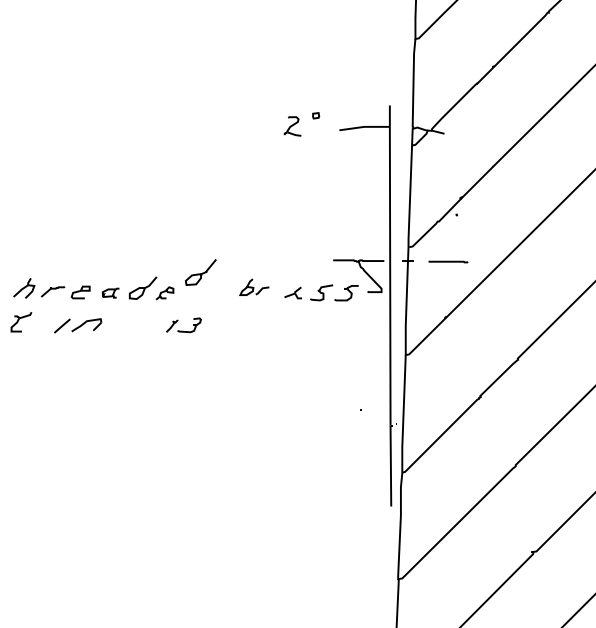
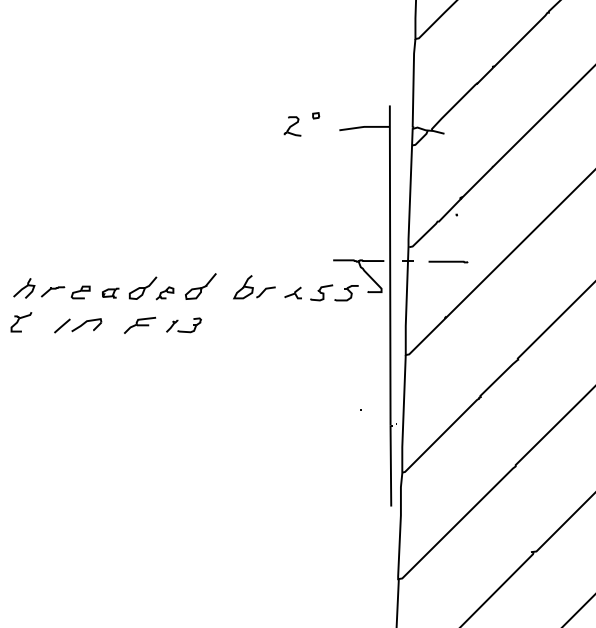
curve at (200, 273) position: (200, 273) -> (200, 287)
part at (254, 286) size: 31x18 px -> 43x25 px
part at (140, 324): none -> present
